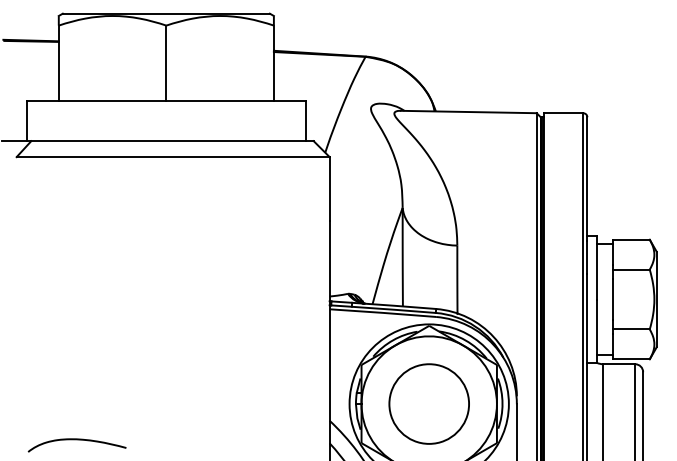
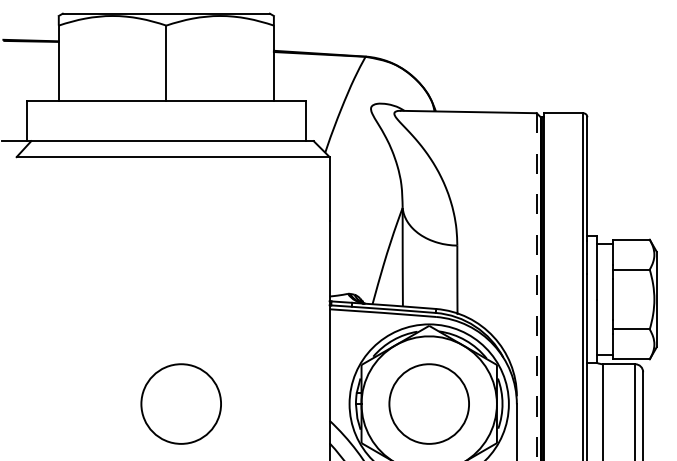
line at (536, 286): solid -> dashed
circle at (180, 403): none -> present
curve at (76, 440): present -> none
